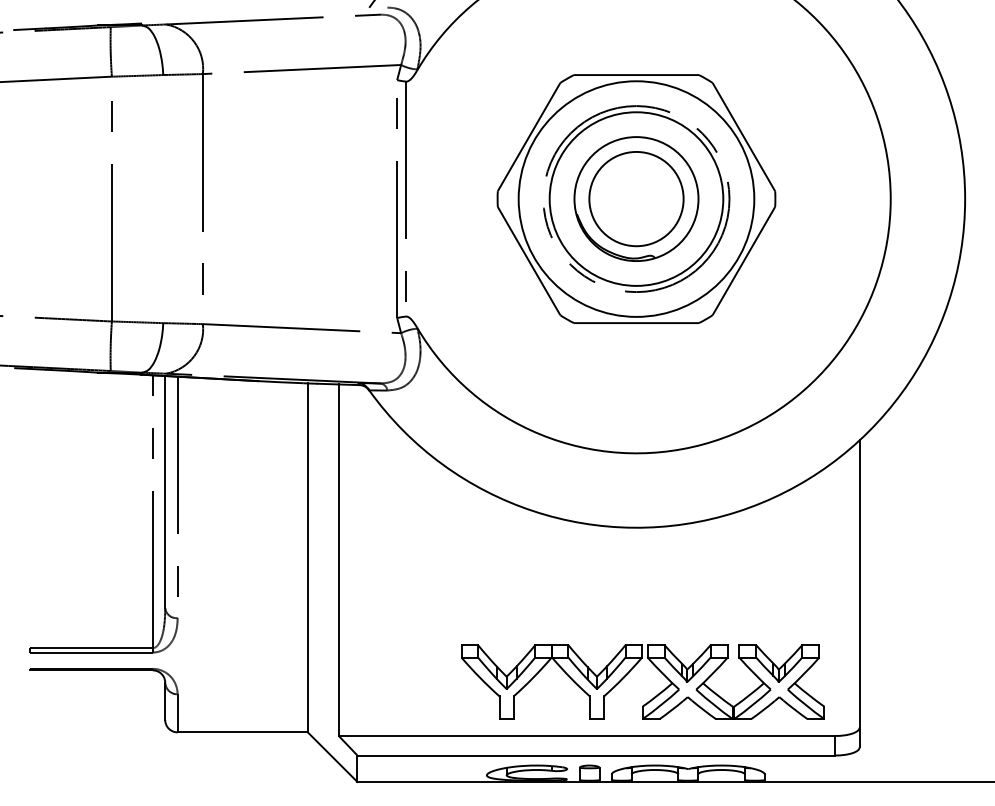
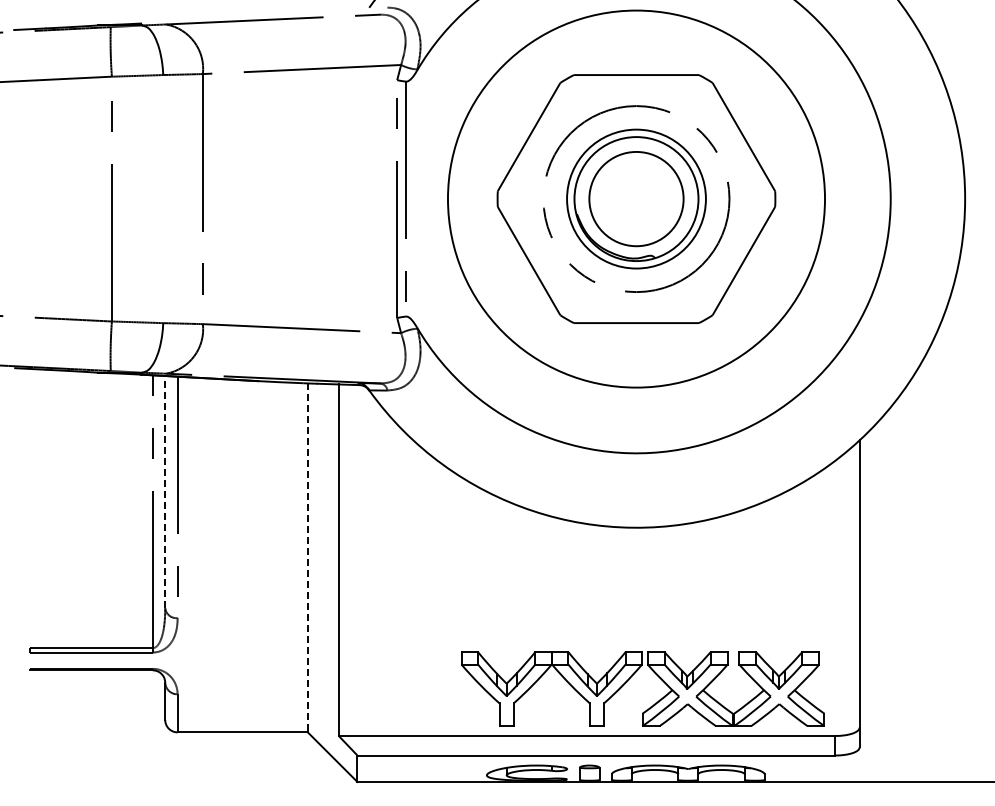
circle at (636, 198) diameter: 174 px -> 139 px
circle at (636, 198) diameter: 236 px -> 377 px
line at (165, 491): solid -> dashed
line at (307, 558): solid -> dashed
part at (629, 673) position: (629, 673) -> (629, 680)
